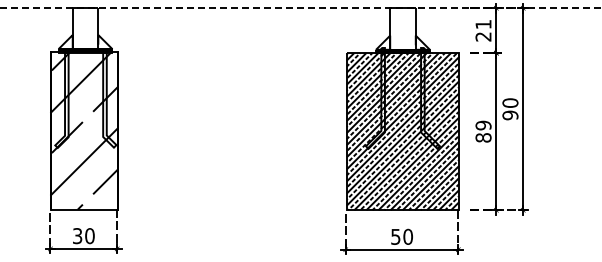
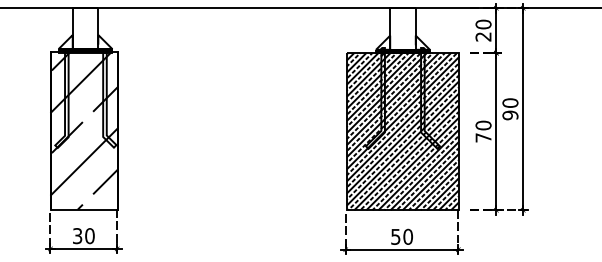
line at (301, 7): dashed -> solid
text at (483, 24): 21 -> 20
text at (483, 131): 89 -> 70
